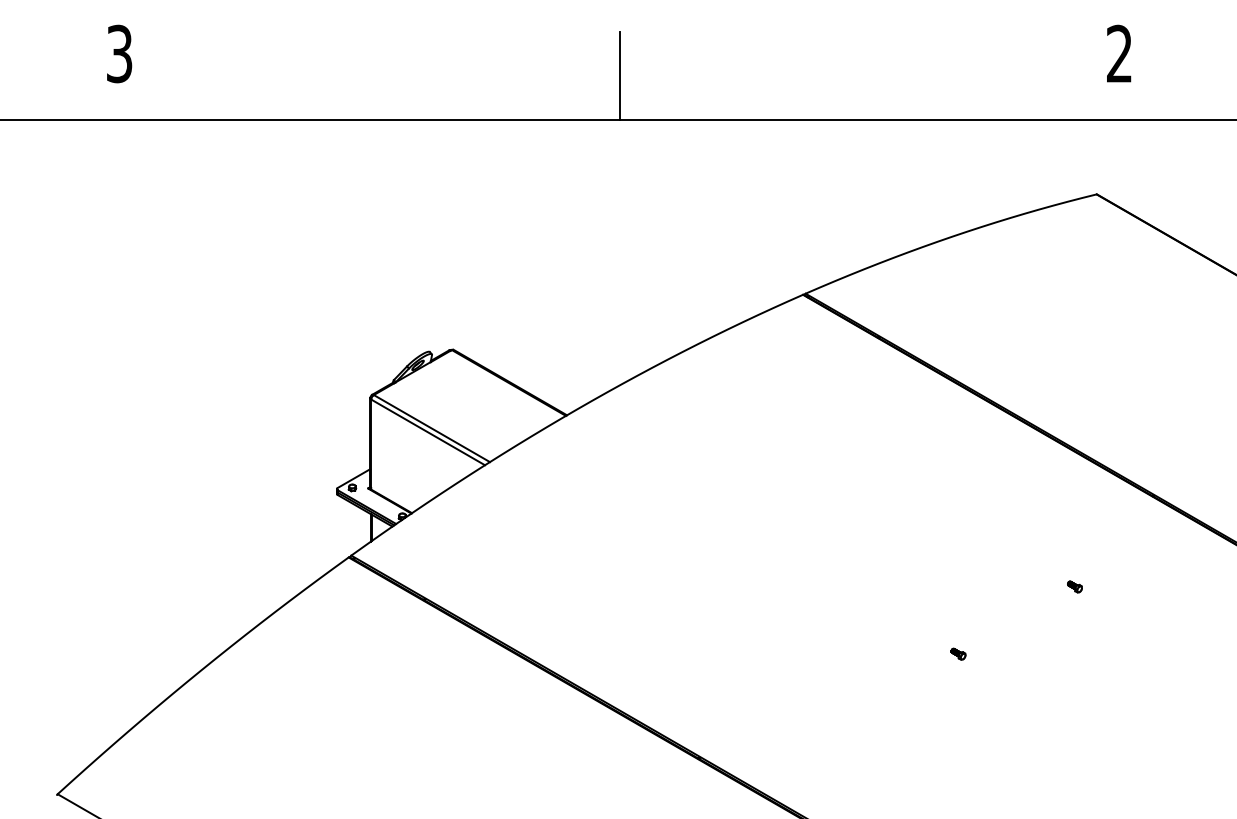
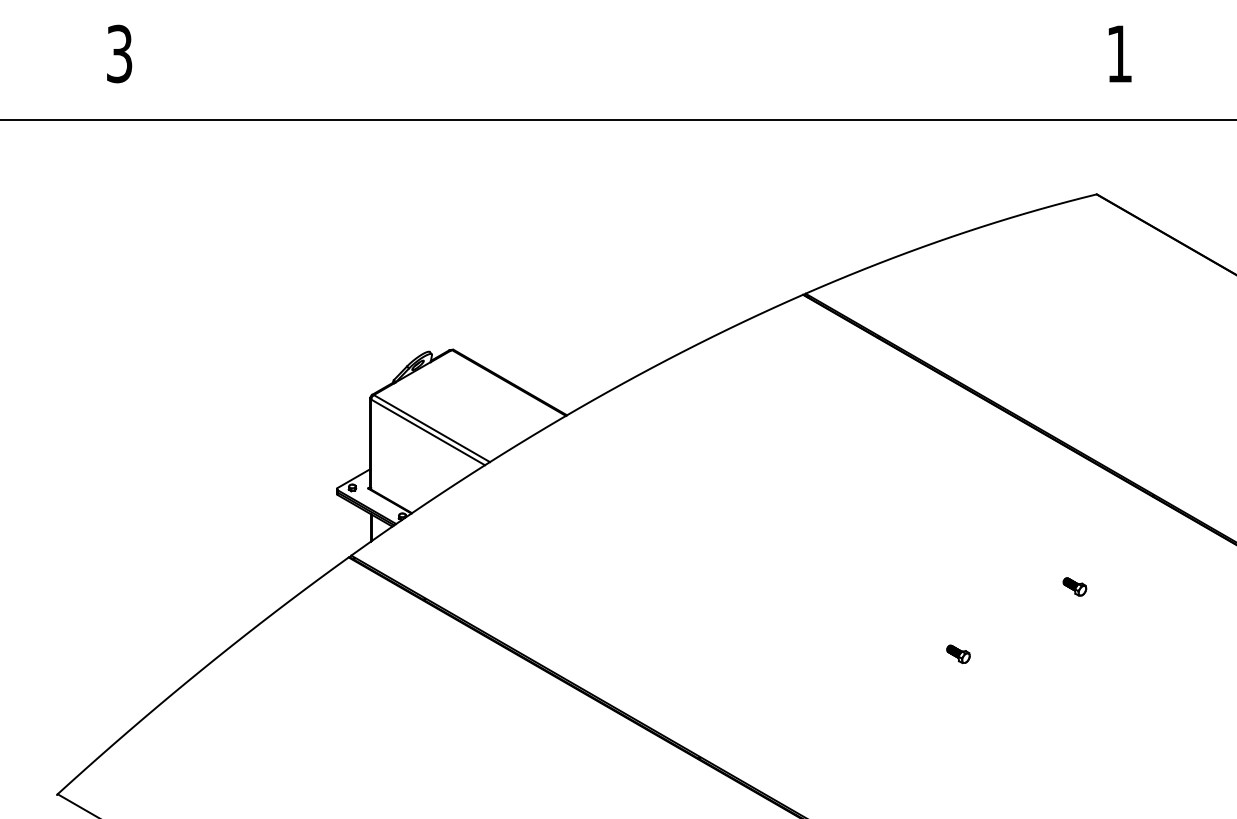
text at (1119, 53): 2 -> 1
line at (620, 76): present -> none
part at (1074, 586) size: 16x14 px -> 26x20 px
part at (958, 653) size: 17x14 px -> 25x21 px
